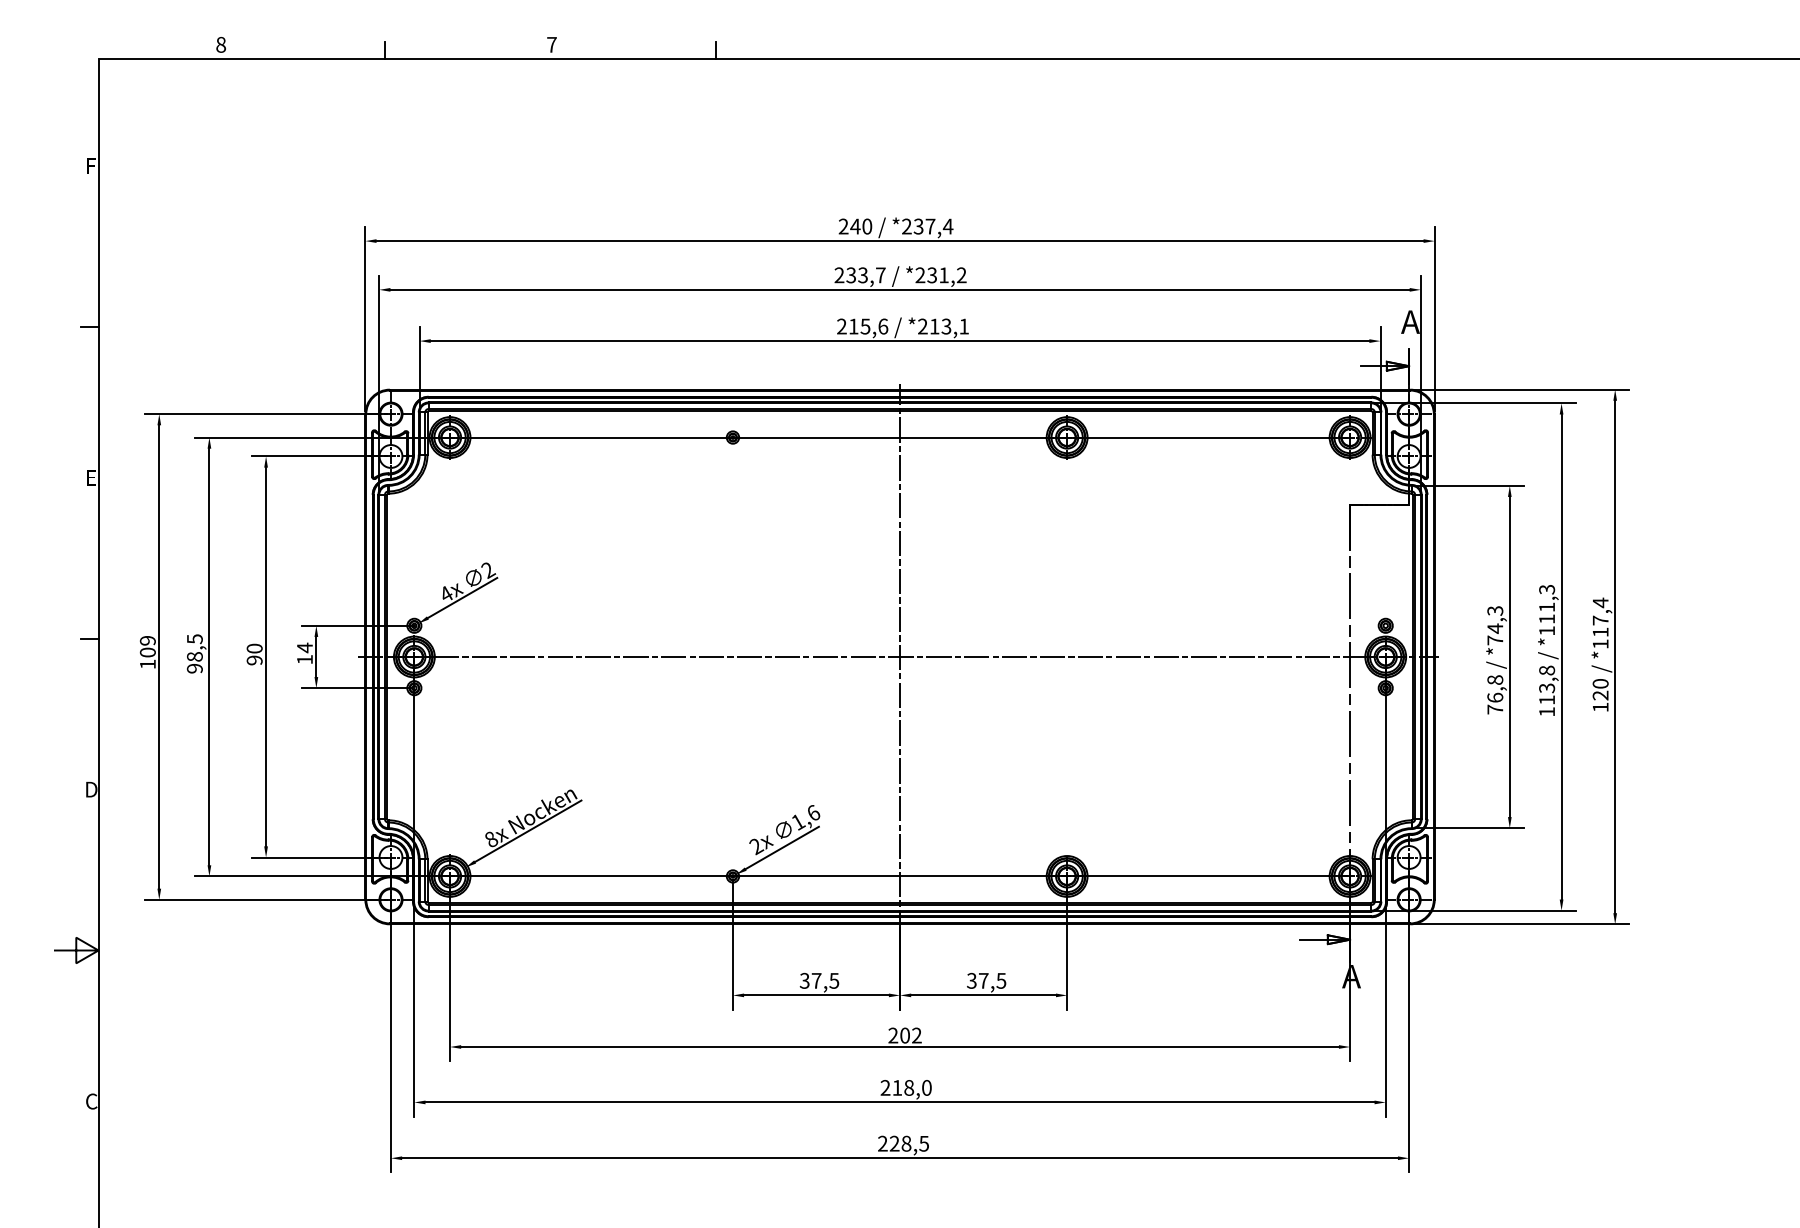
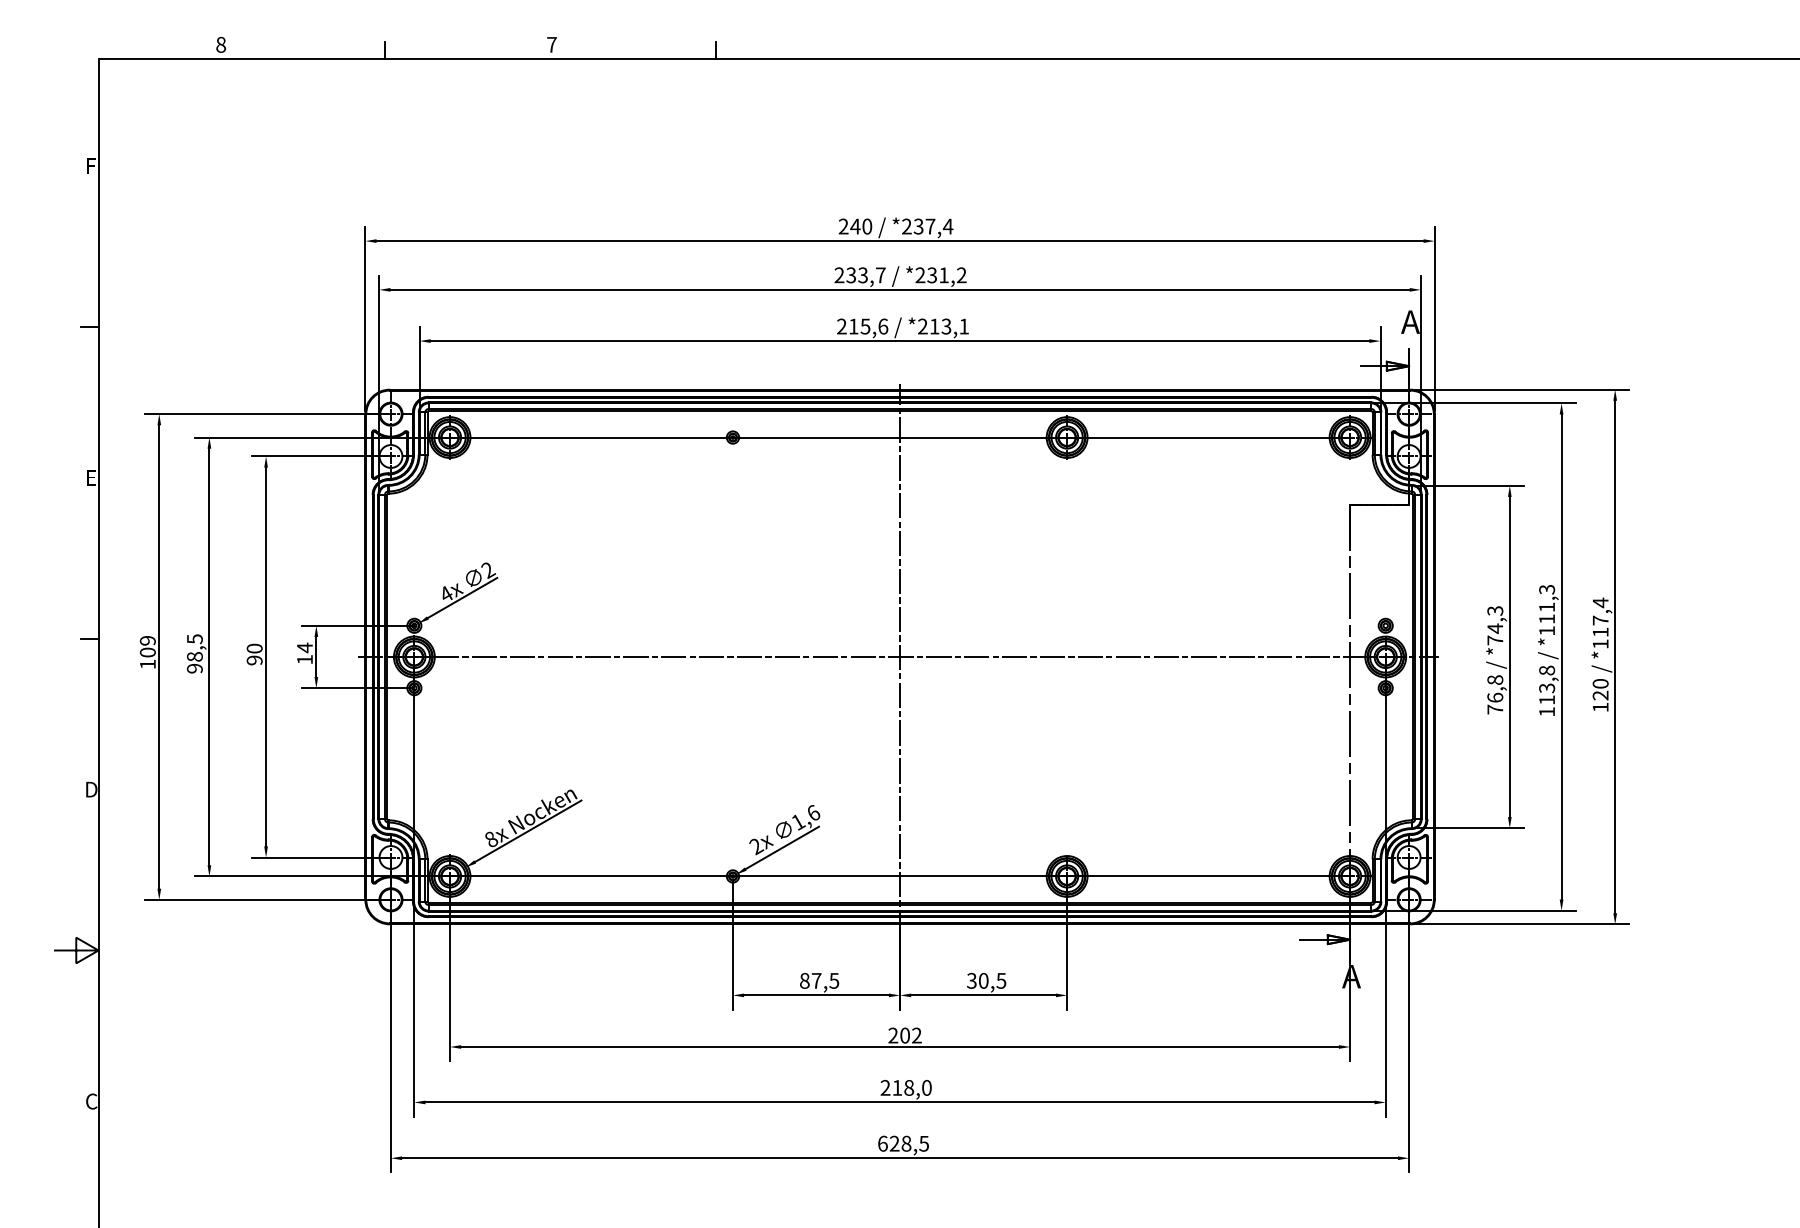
text at (804, 980): 37,5 -> 87,5
text at (983, 980): 37,5 -> 30,5
text at (882, 1143): 228,5 -> 628,5
